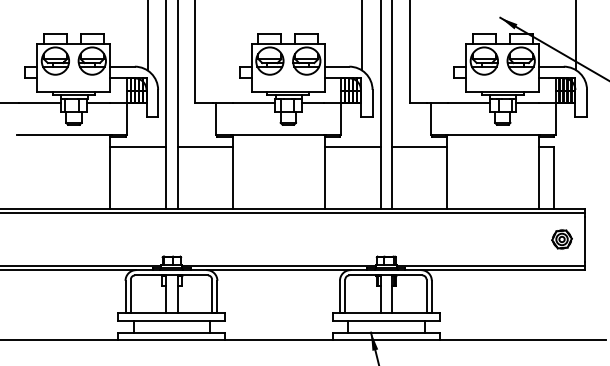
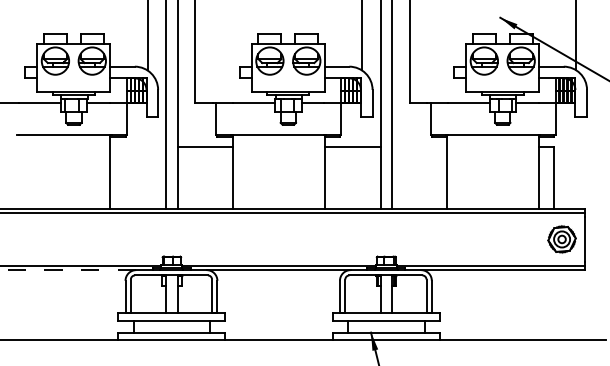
line at (138, 146): present -> none
line at (419, 146): present -> none
part at (561, 239) size: 22x21 px -> 30x29 px
line at (68, 270): solid -> dashed
